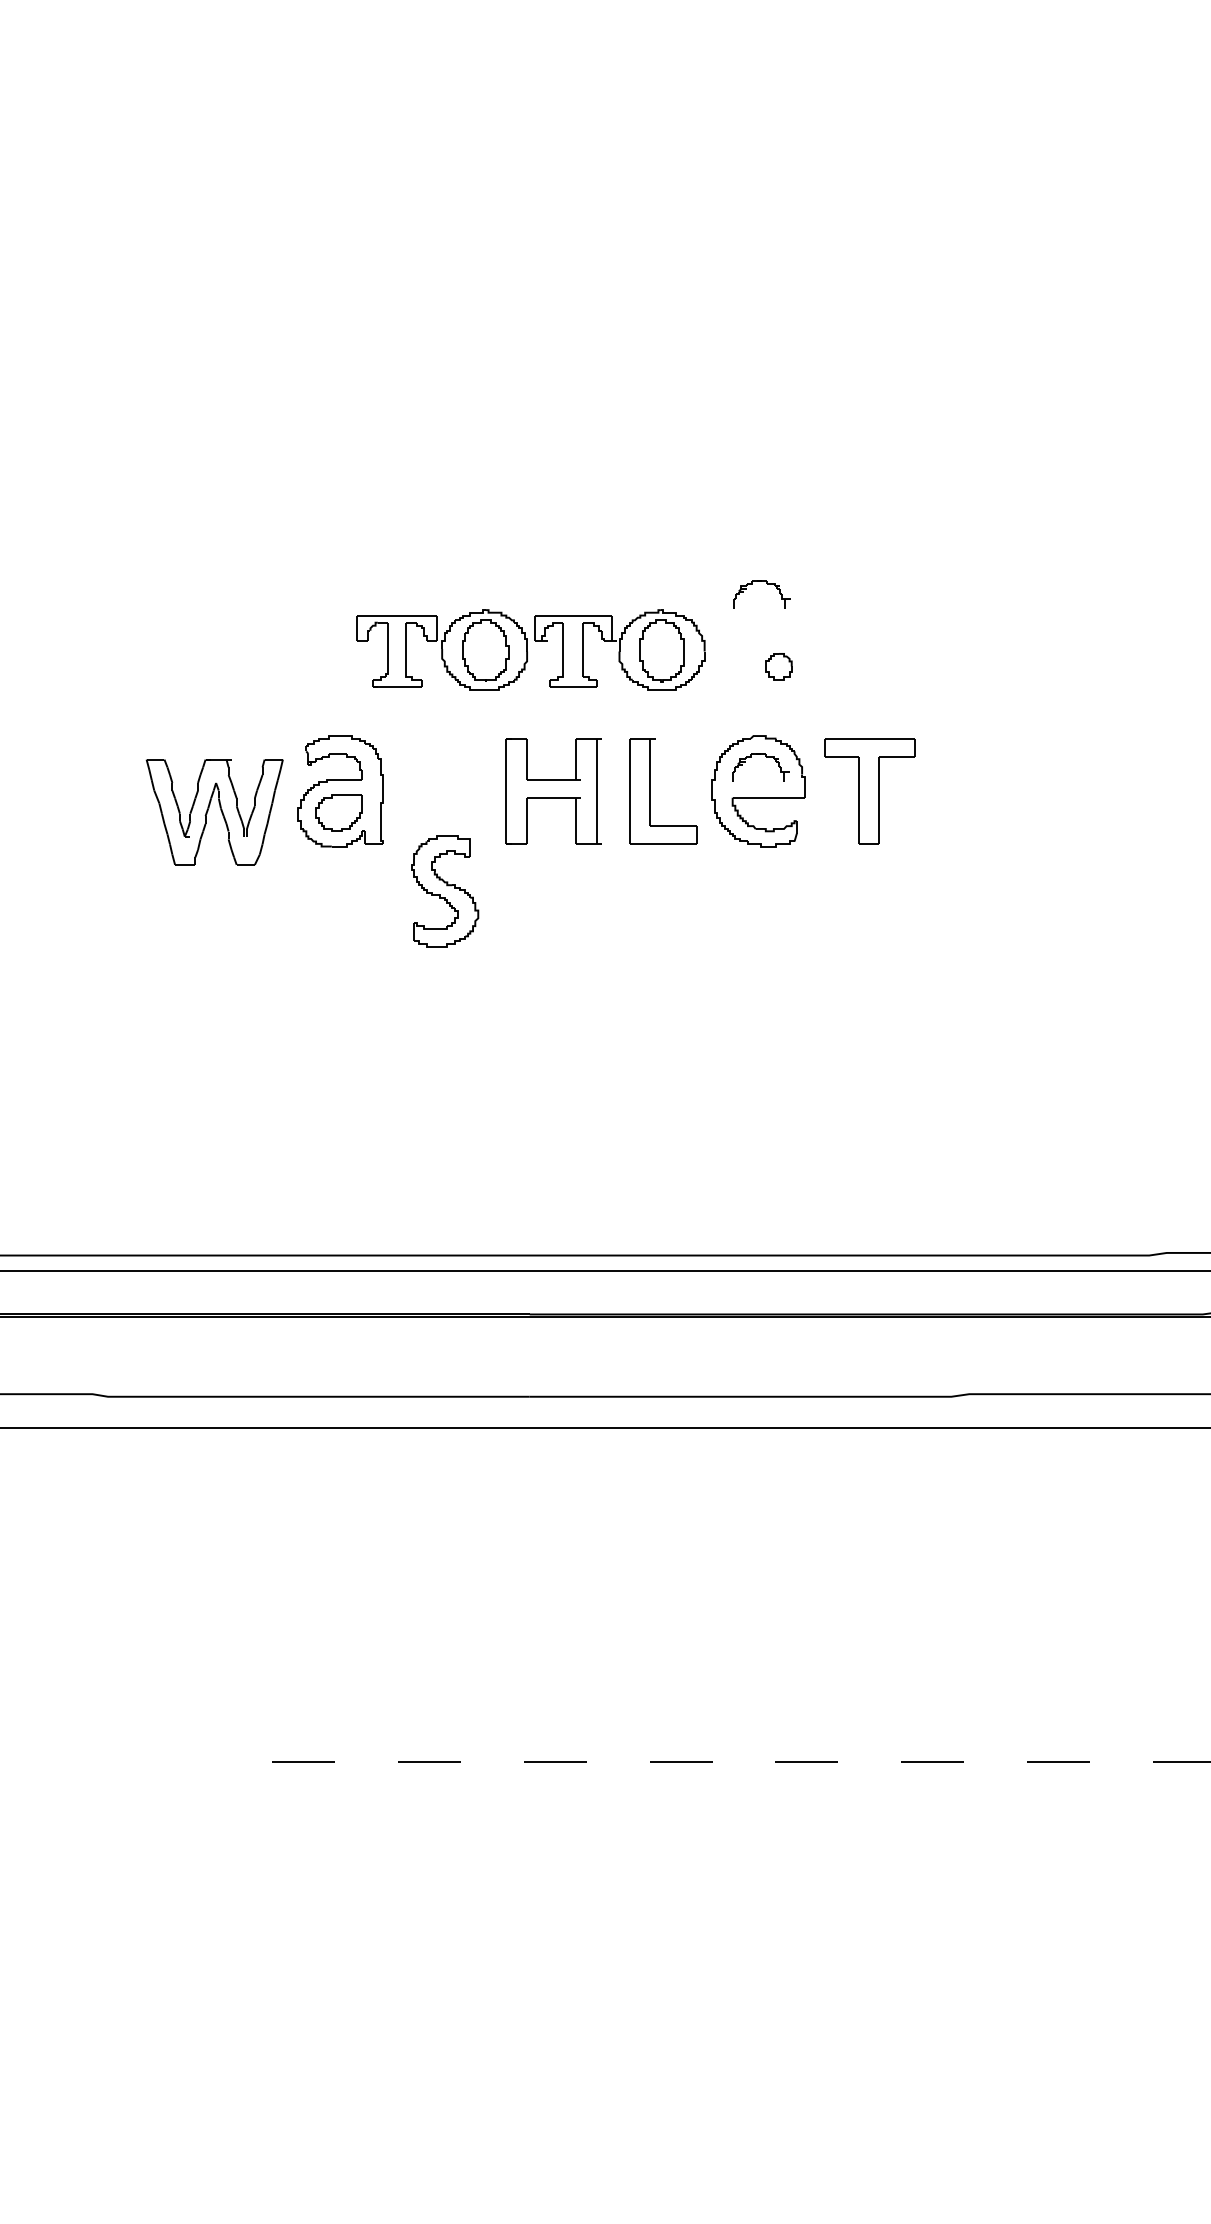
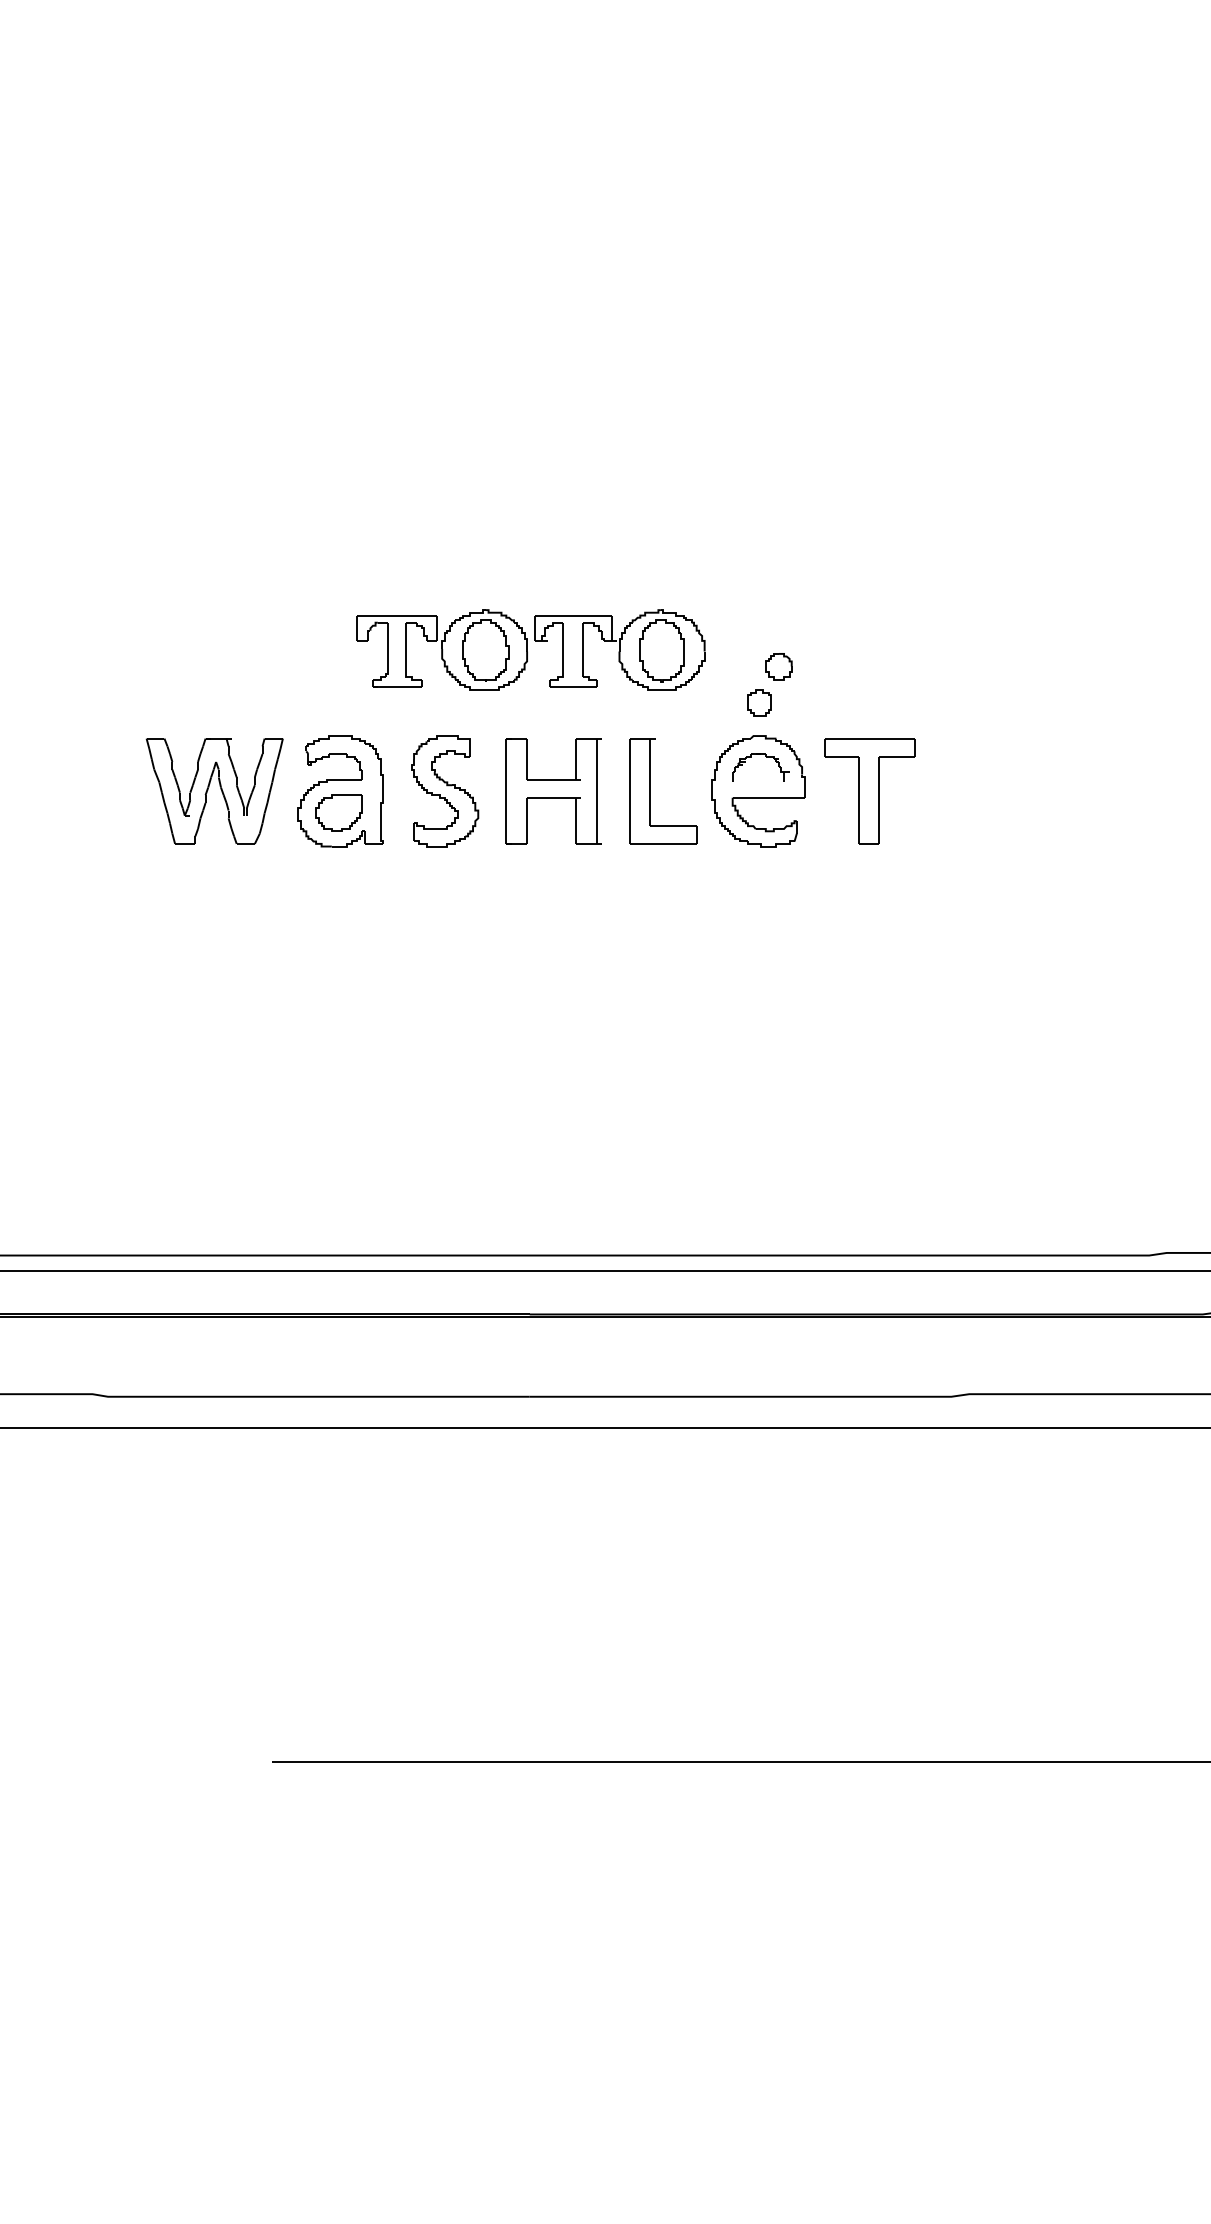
part at (767, 584): present -> none
part at (759, 702): none -> present
part at (208, 811) position: (208, 811) -> (208, 790)
part at (445, 891) position: (445, 891) -> (445, 791)
line at (742, 1761): dashed -> solid
